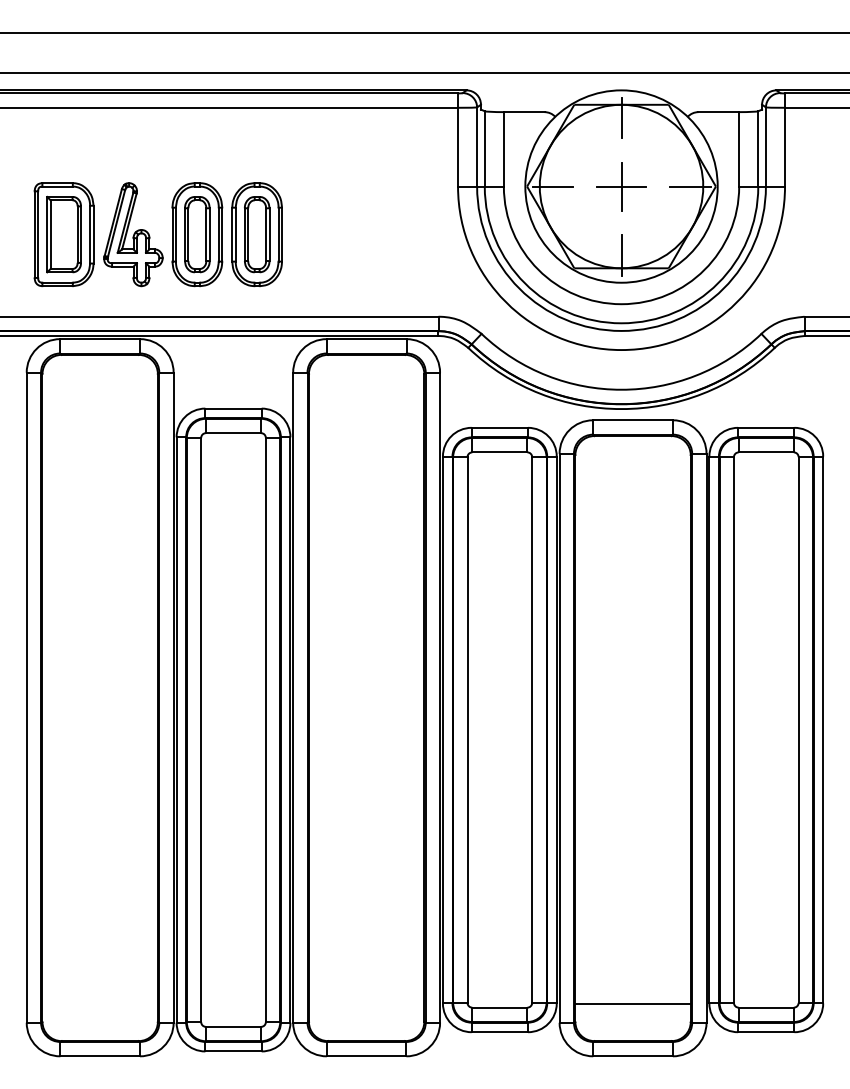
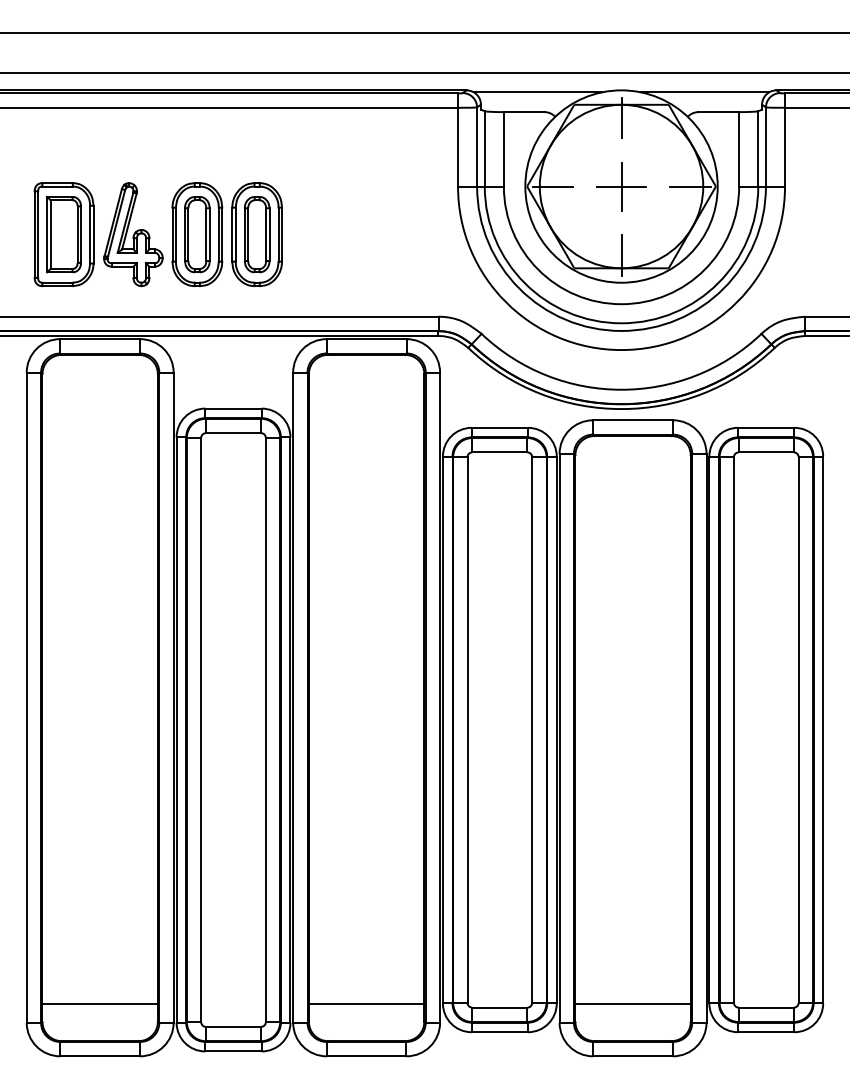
line at (537, 92): none -> present
line at (704, 92): none -> present
line at (99, 1004): none -> present
line at (366, 1004): none -> present
